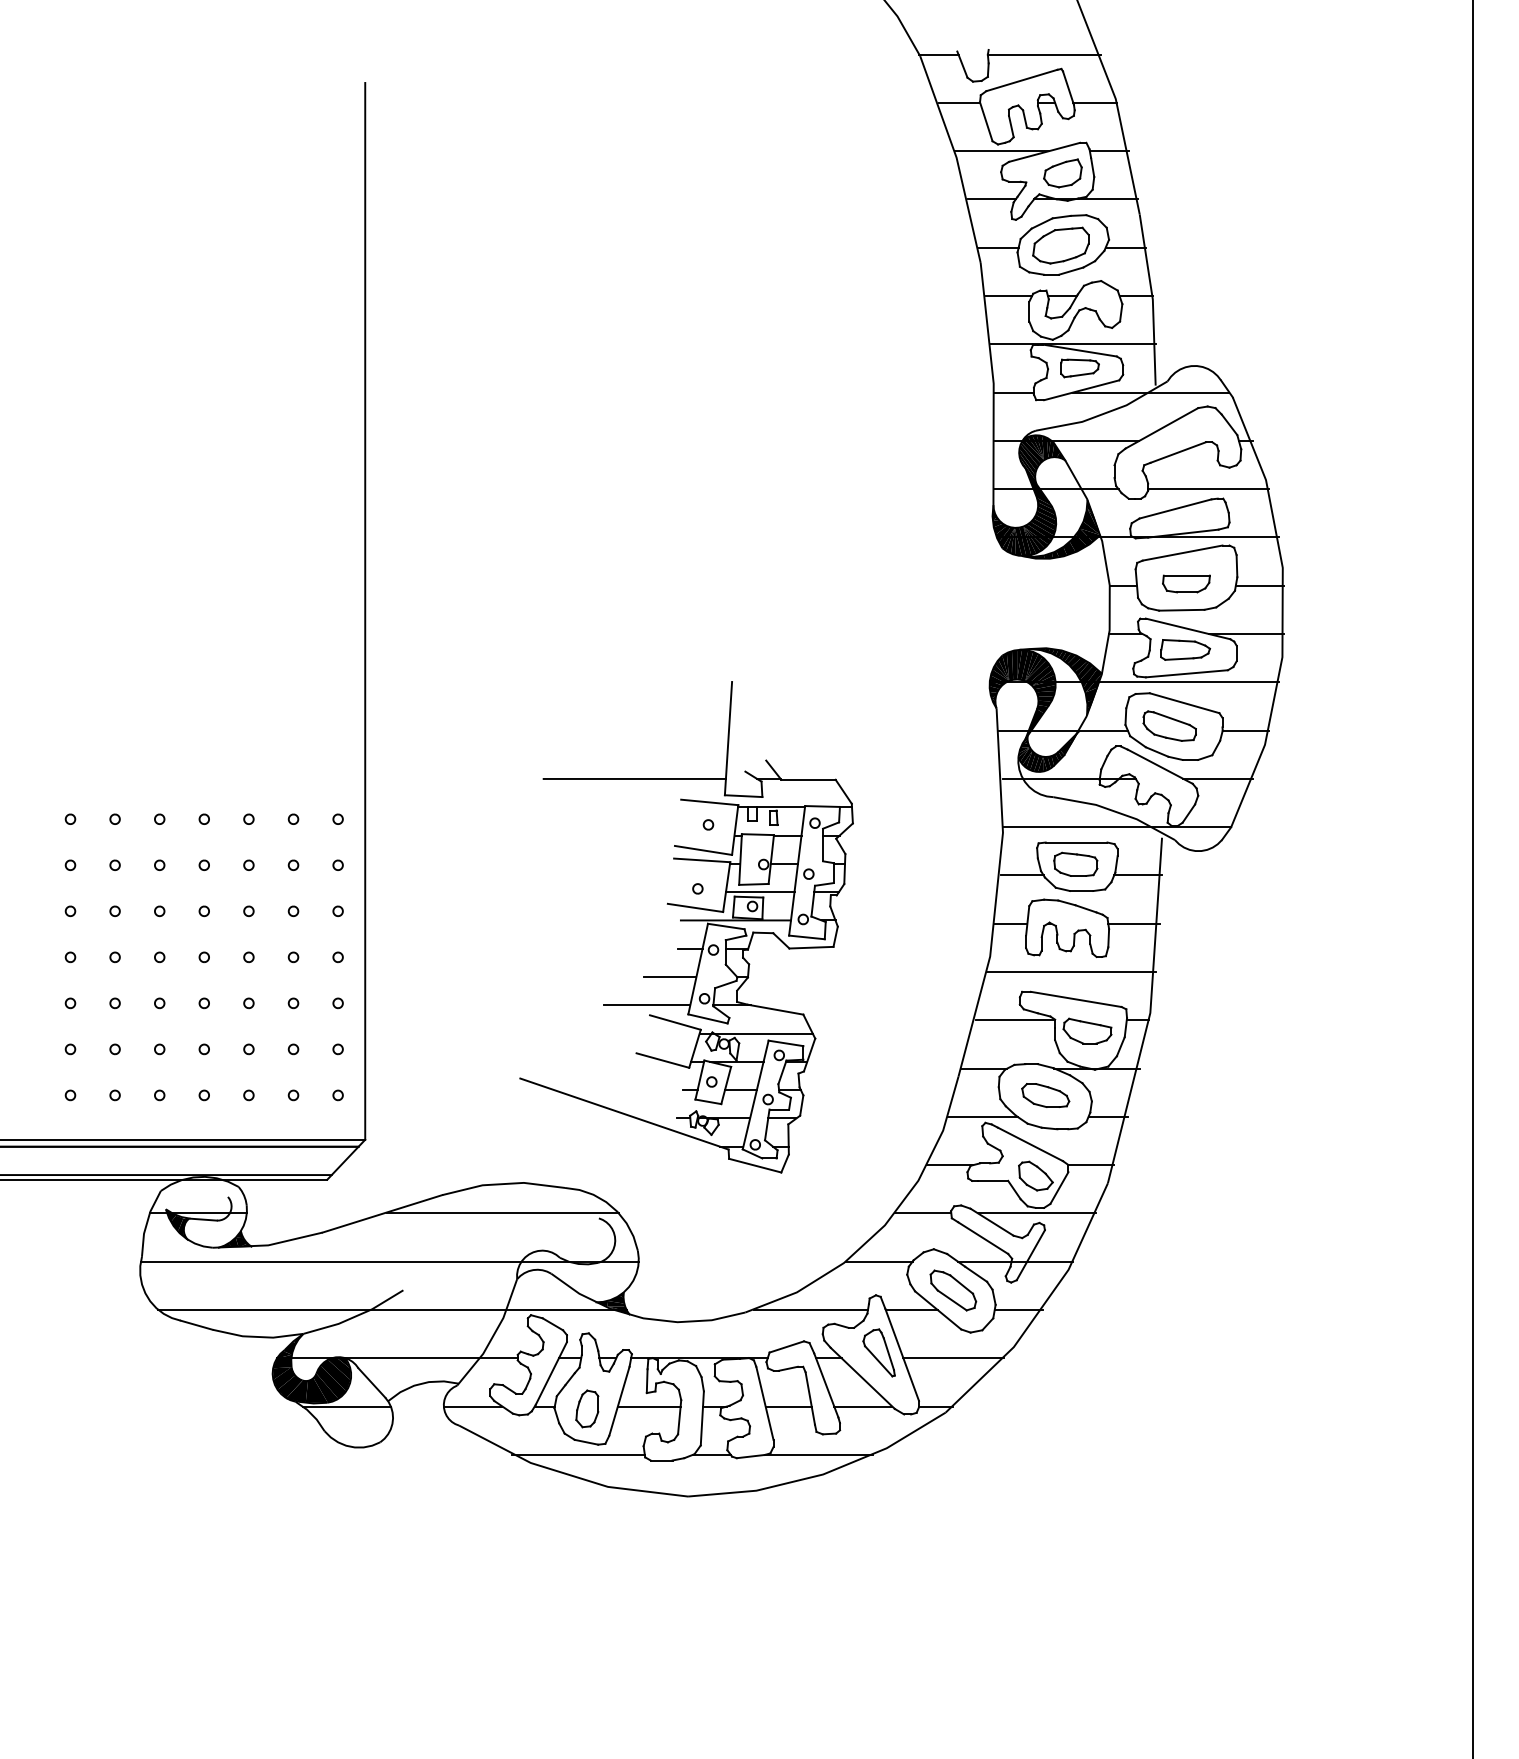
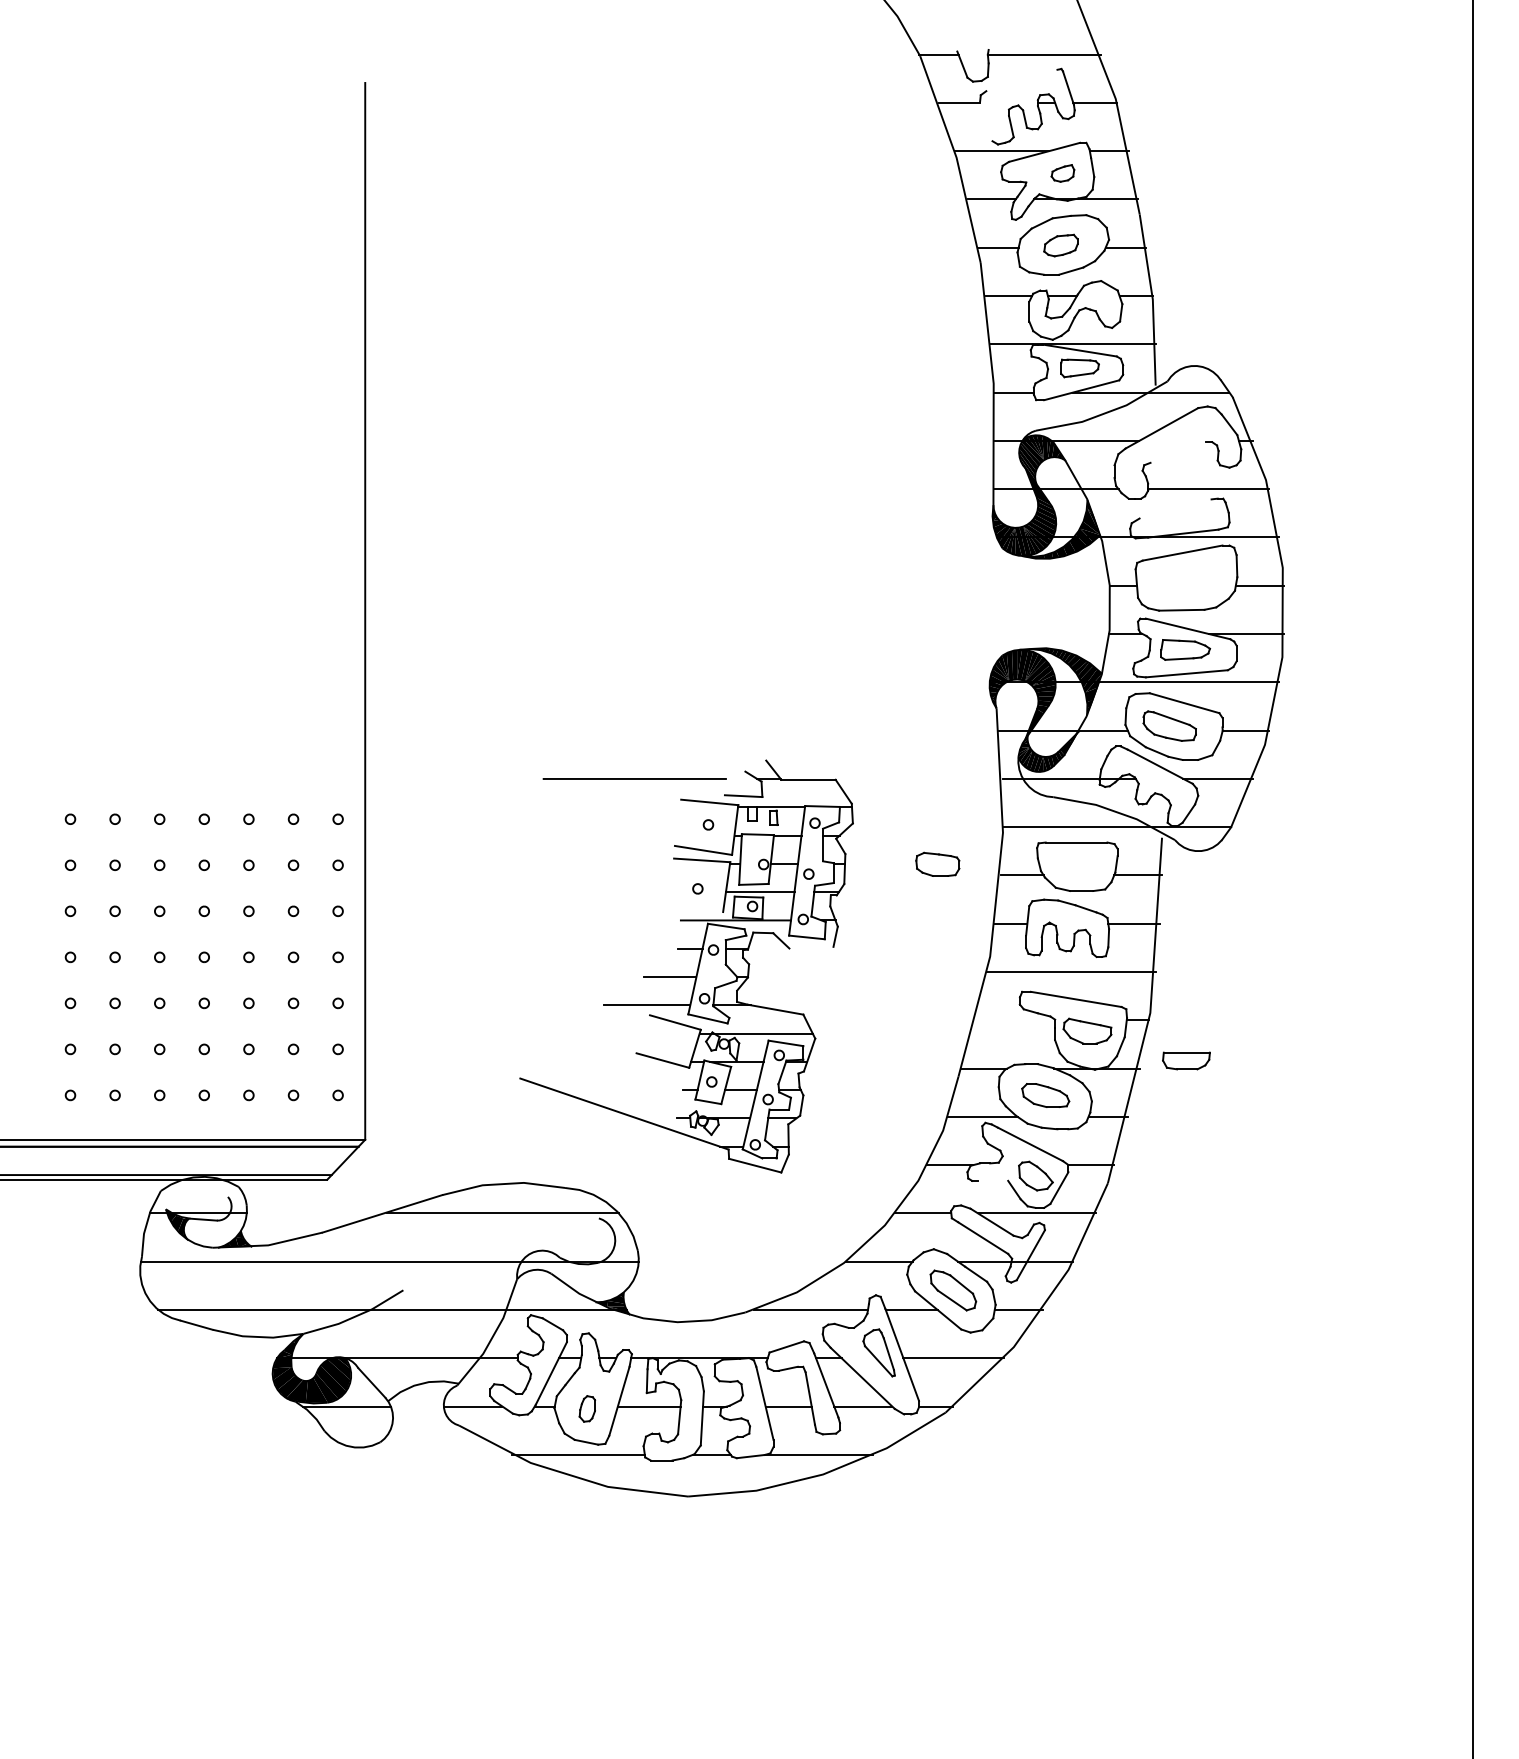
line at (1021, 80): present -> none
line at (986, 121): present -> none
part at (1062, 173) size: 40x31 px -> 26x19 px
part at (1060, 245) size: 58x39 px -> 36x25 px
line at (1178, 452): present -> none
line at (1175, 508): present -> none
part at (1186, 583) position: (1186, 583) -> (1186, 1060)
line at (728, 738): present -> none
part at (1075, 863) position: (1075, 863) -> (937, 863)
line at (695, 907): present -> none
line at (811, 947): present -> none
line at (1015, 1020): present -> none
line at (993, 1180): present -> none
part at (587, 1408) size: 25x40 px -> 19x28 px
